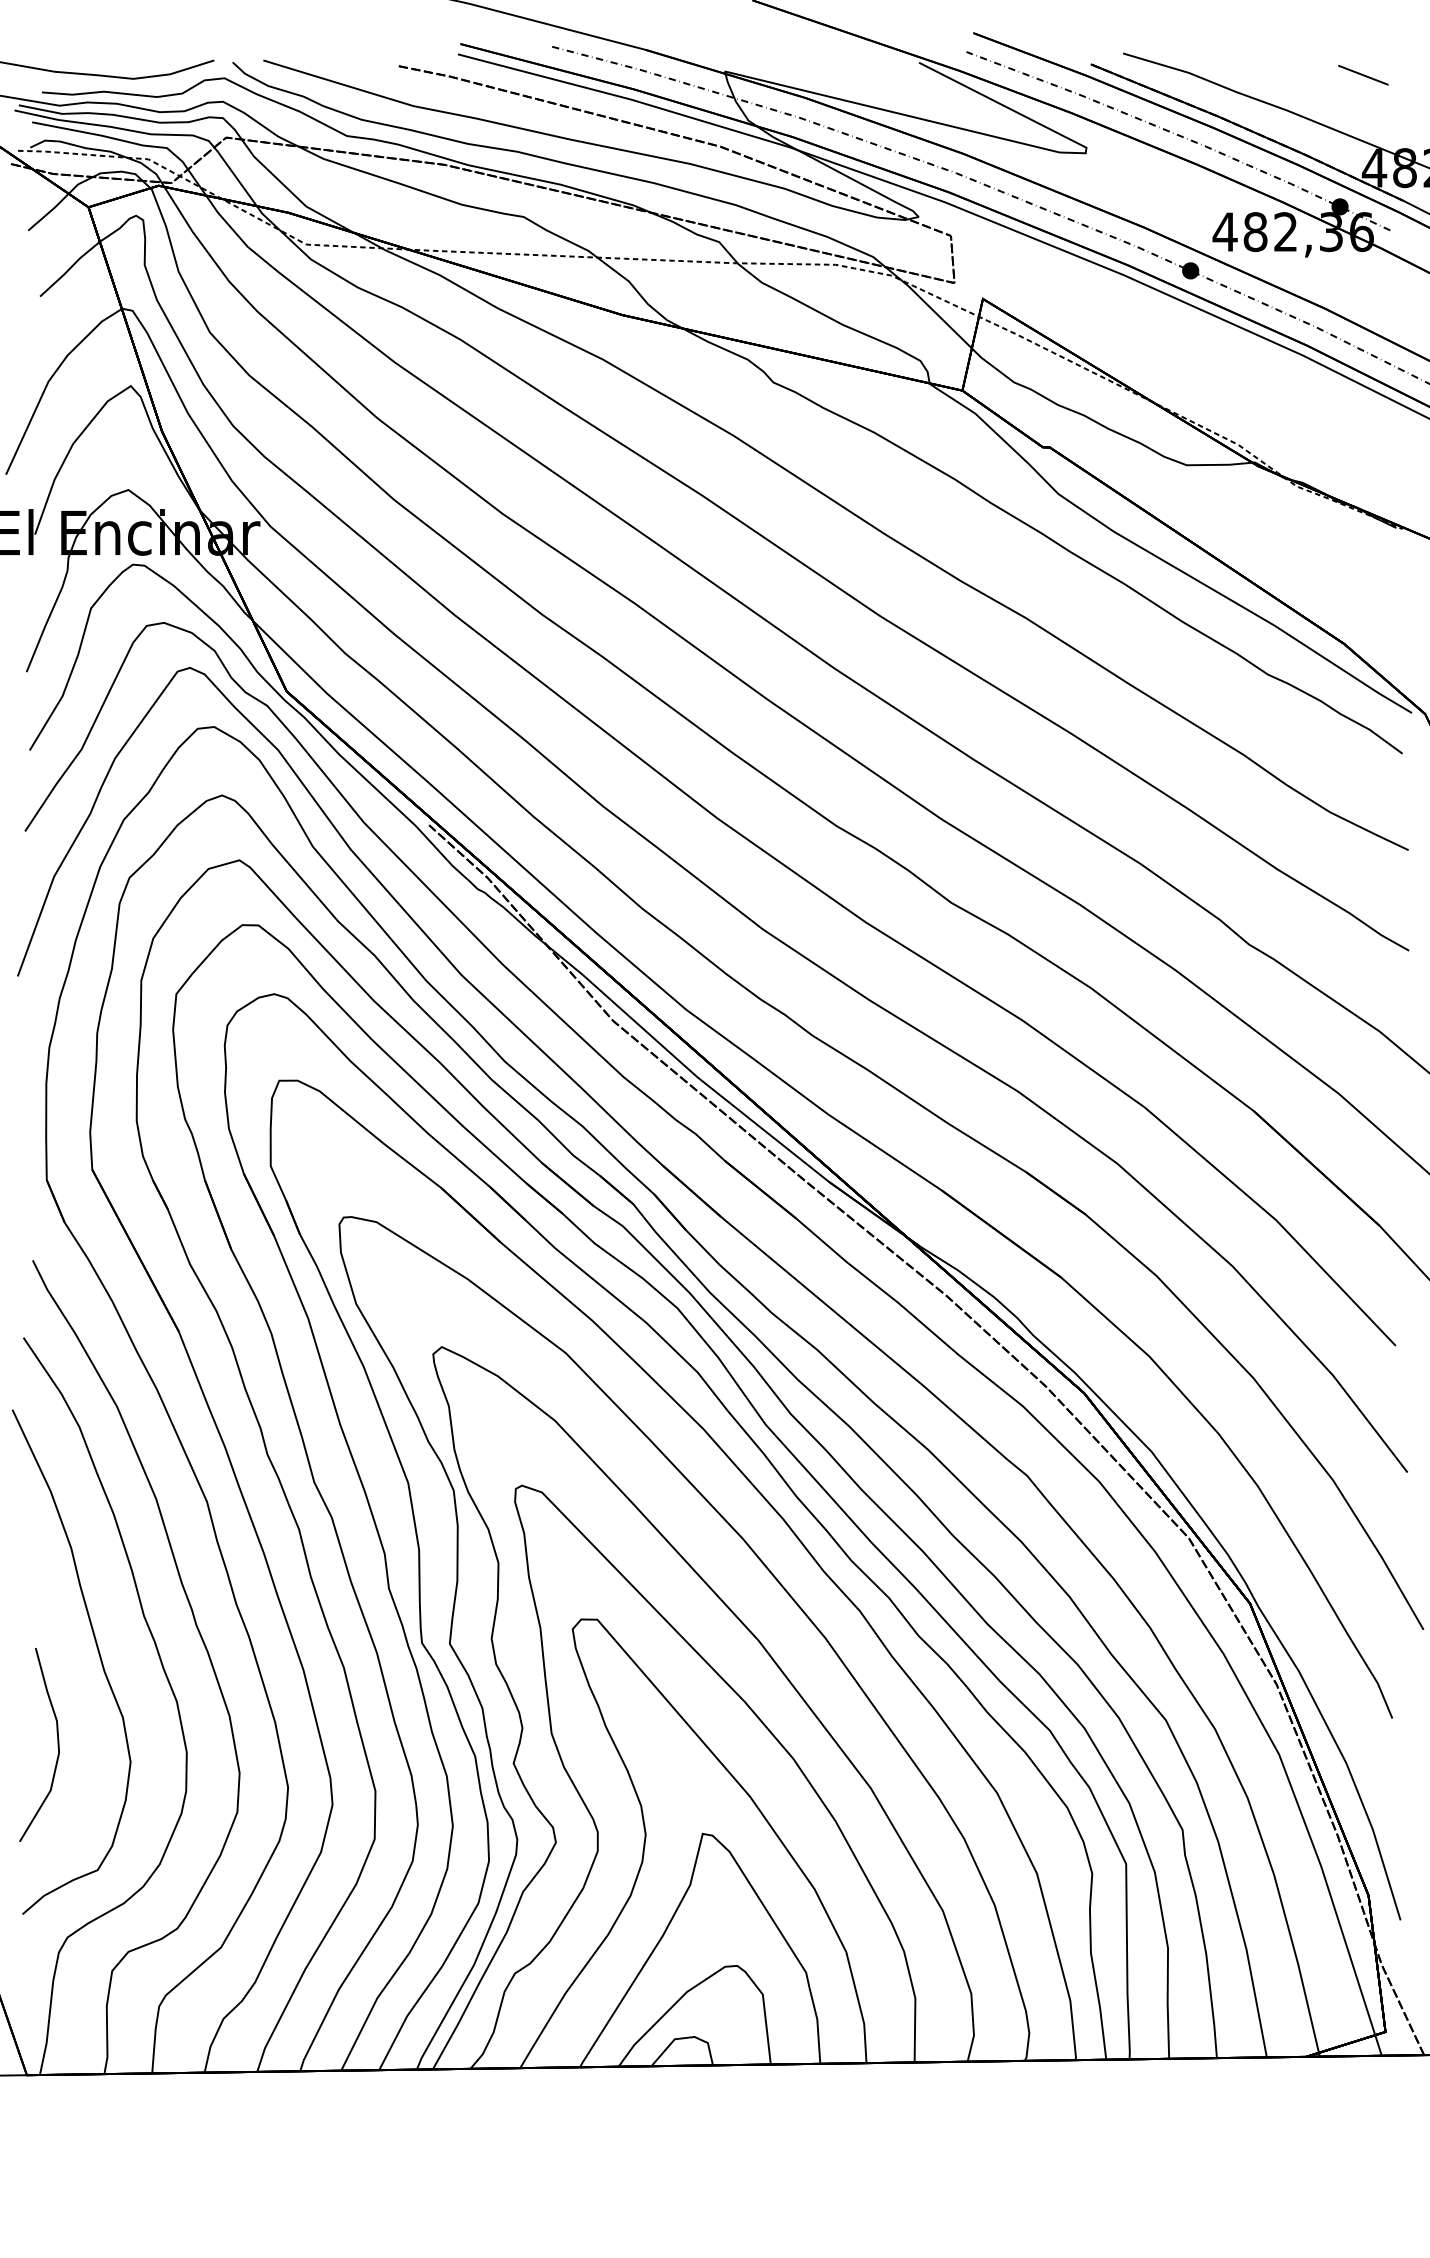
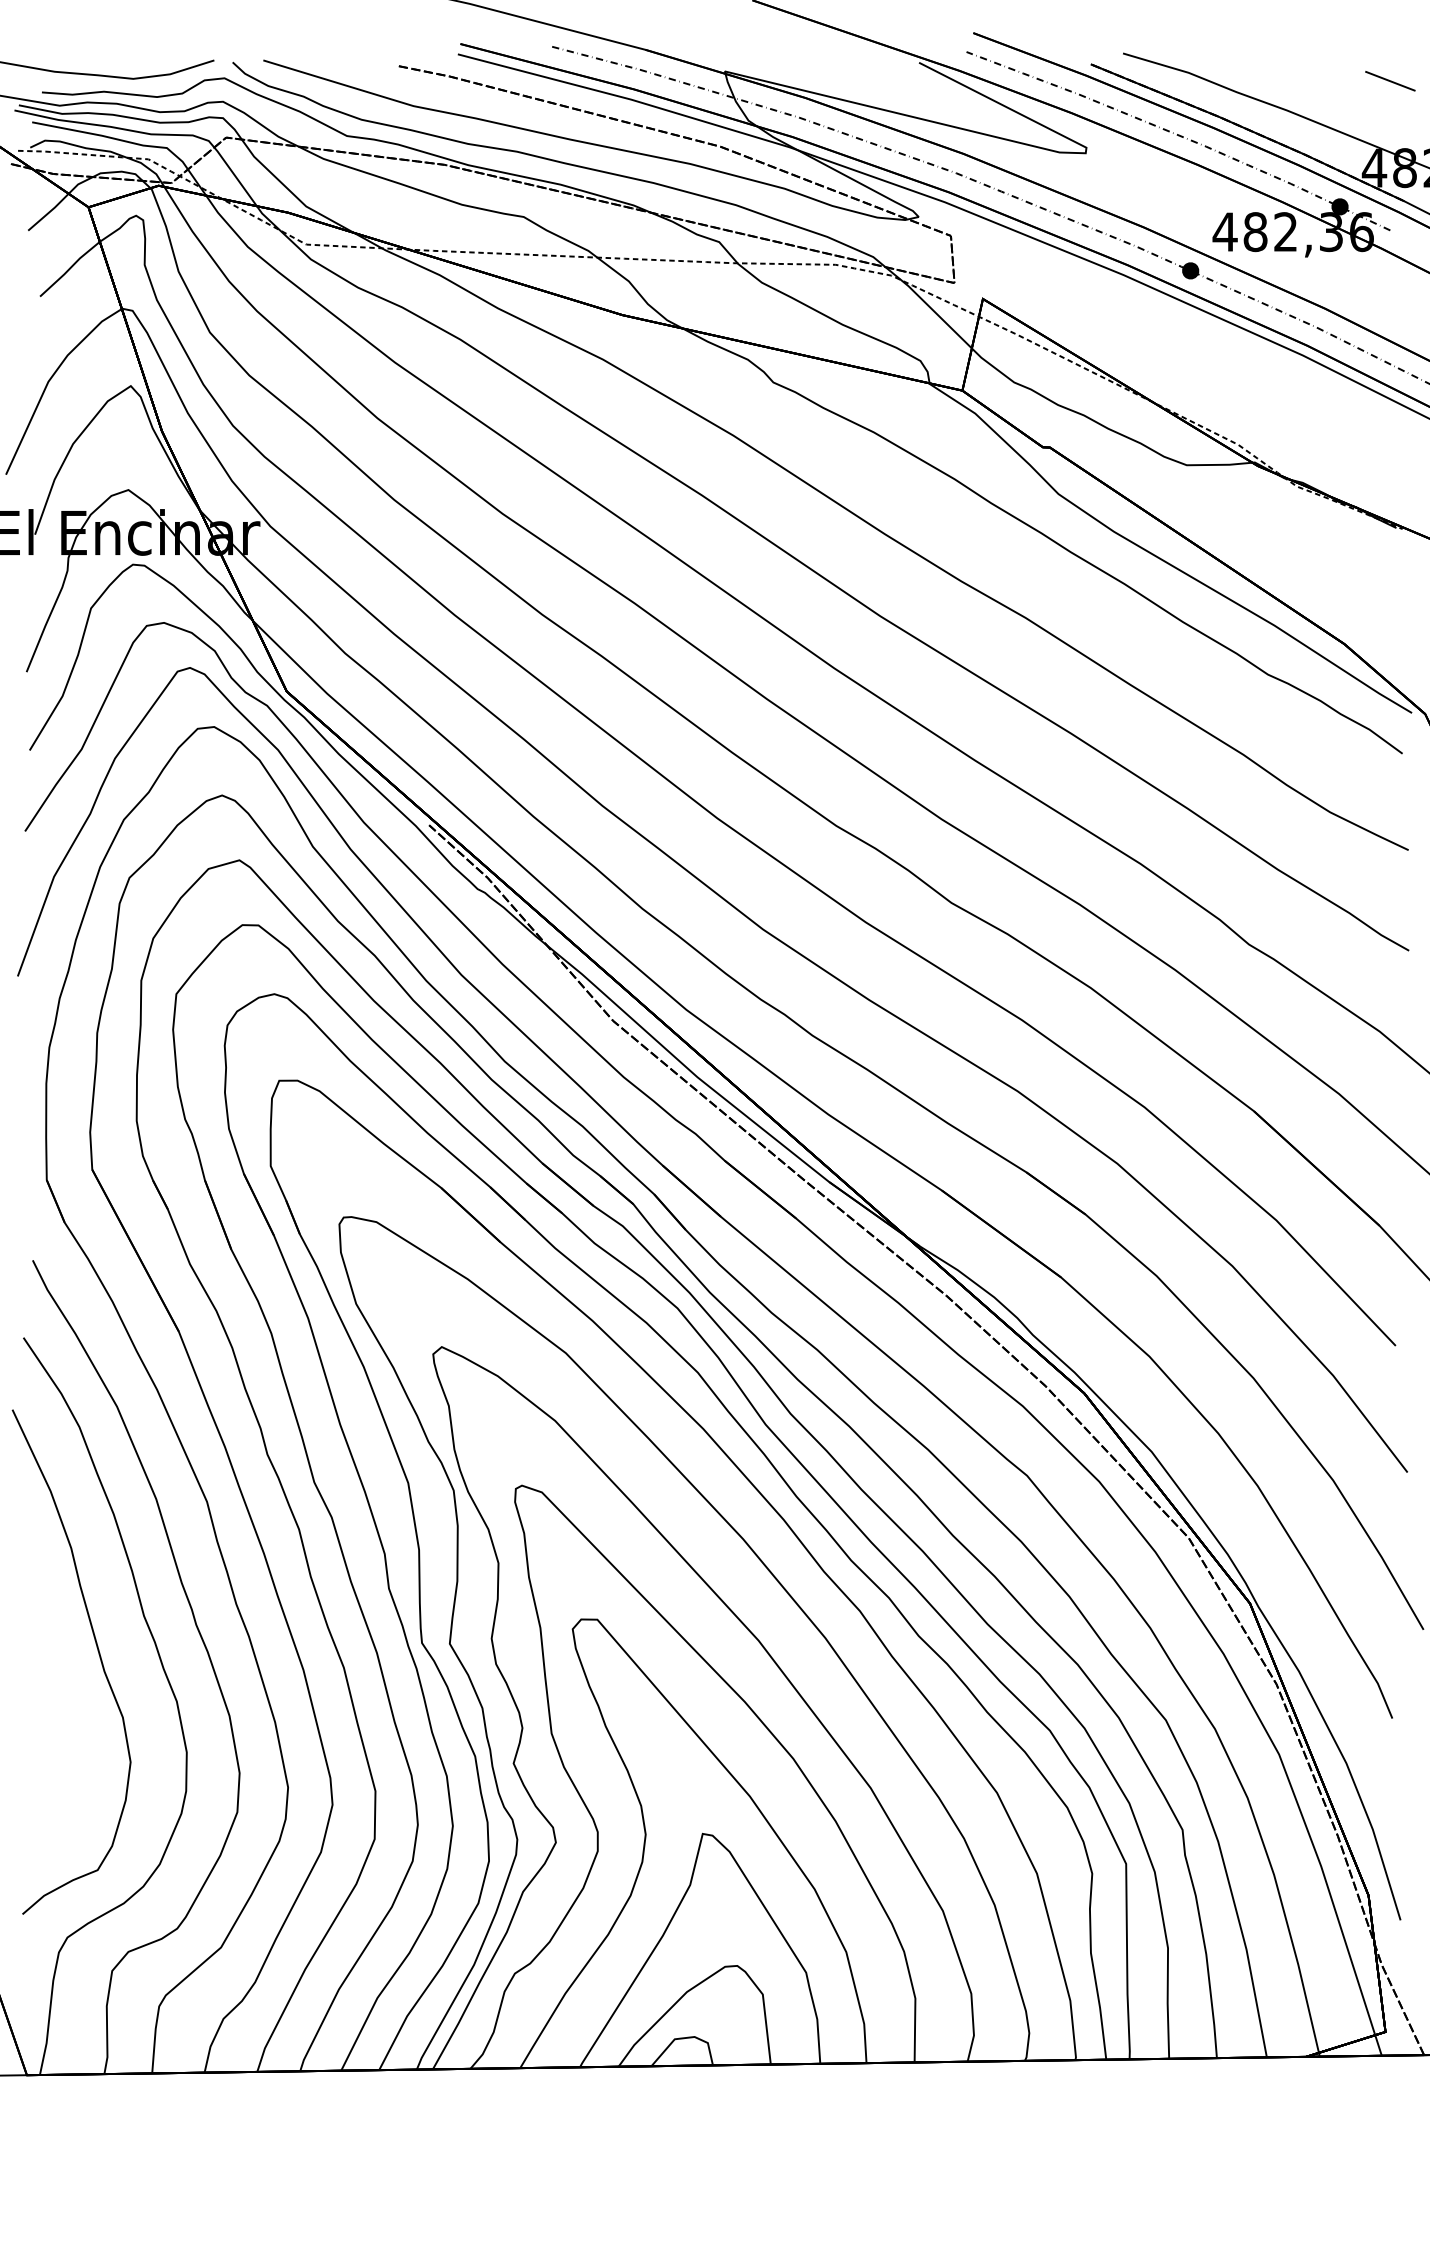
line at (1363, 75) position: (1363, 75) -> (1390, 81)
curve at (57, 1745): present -> none
